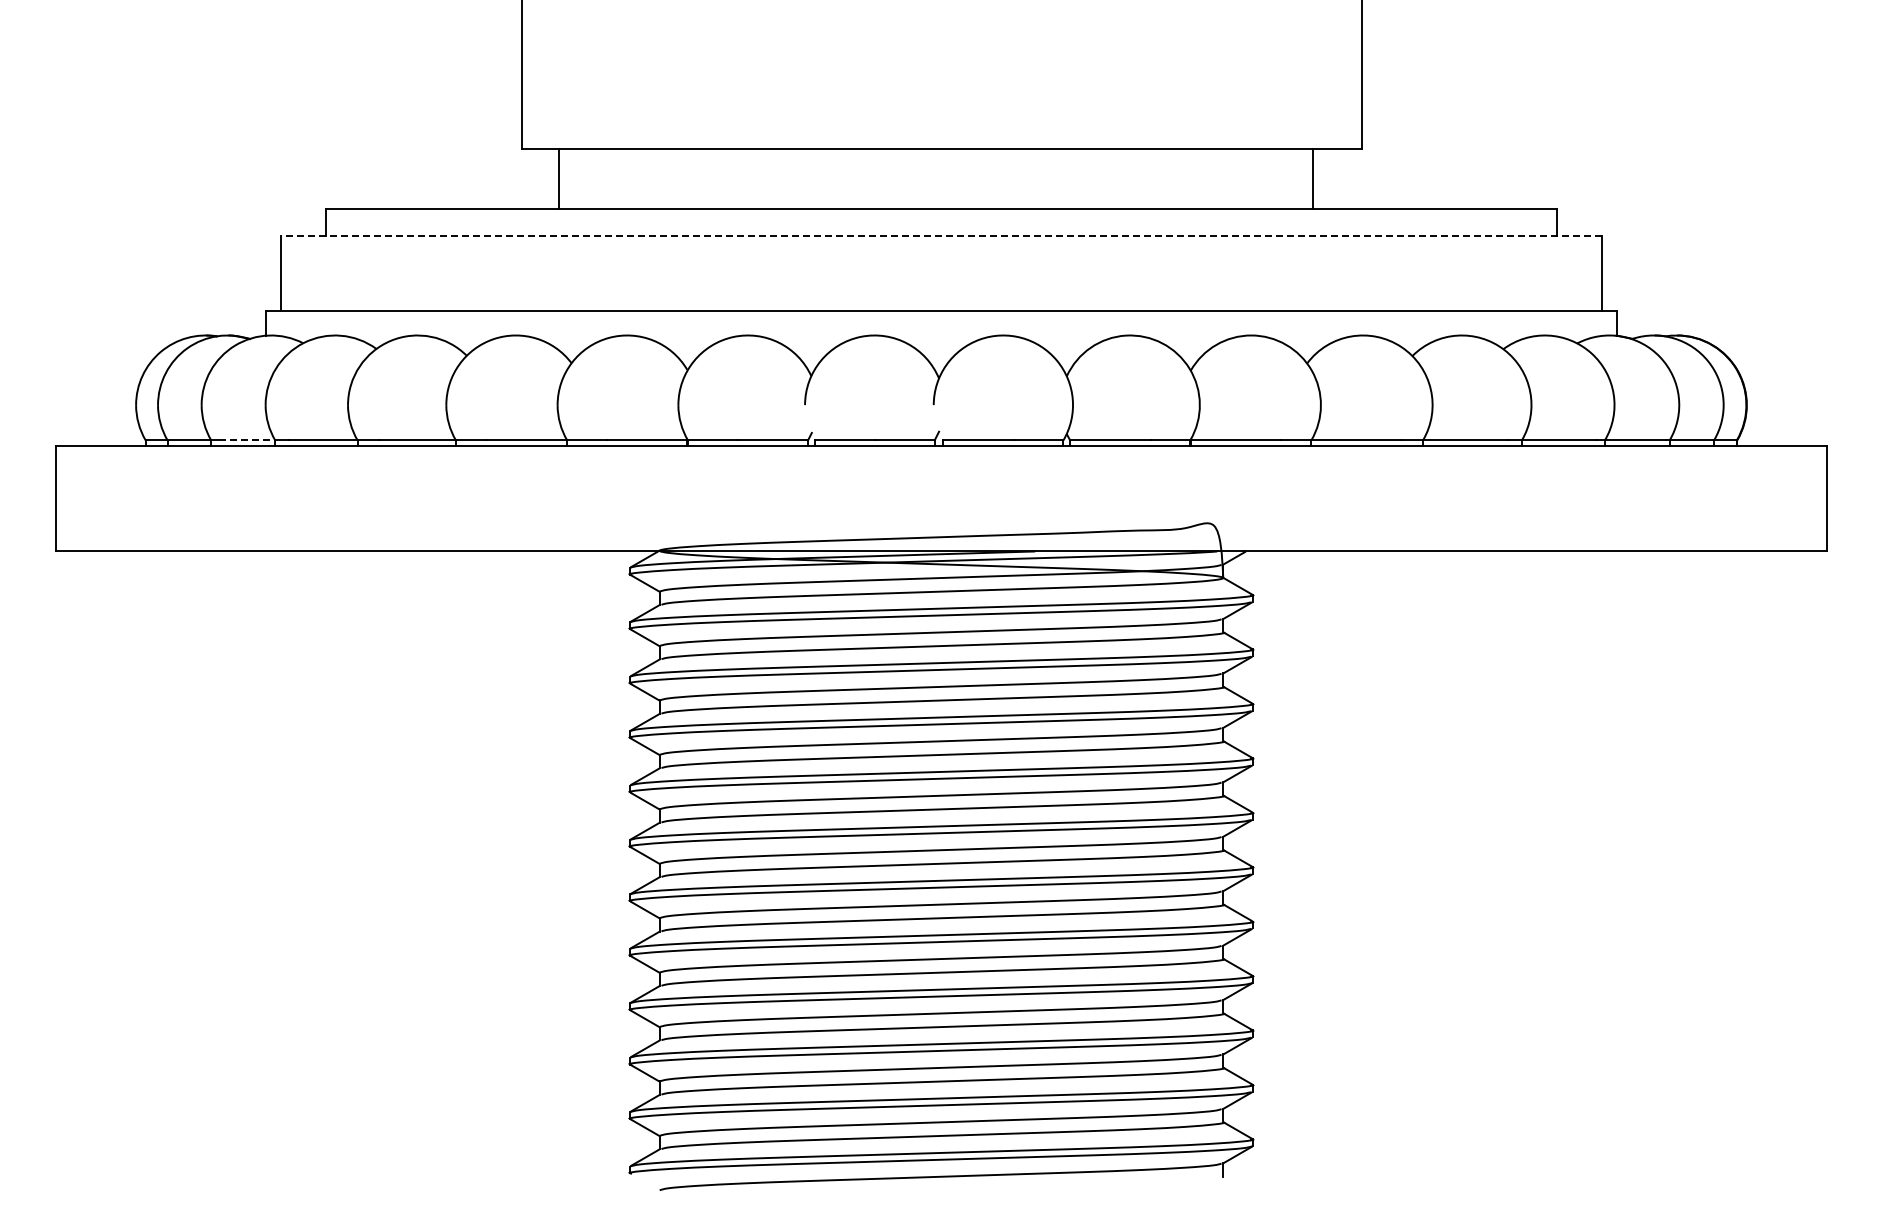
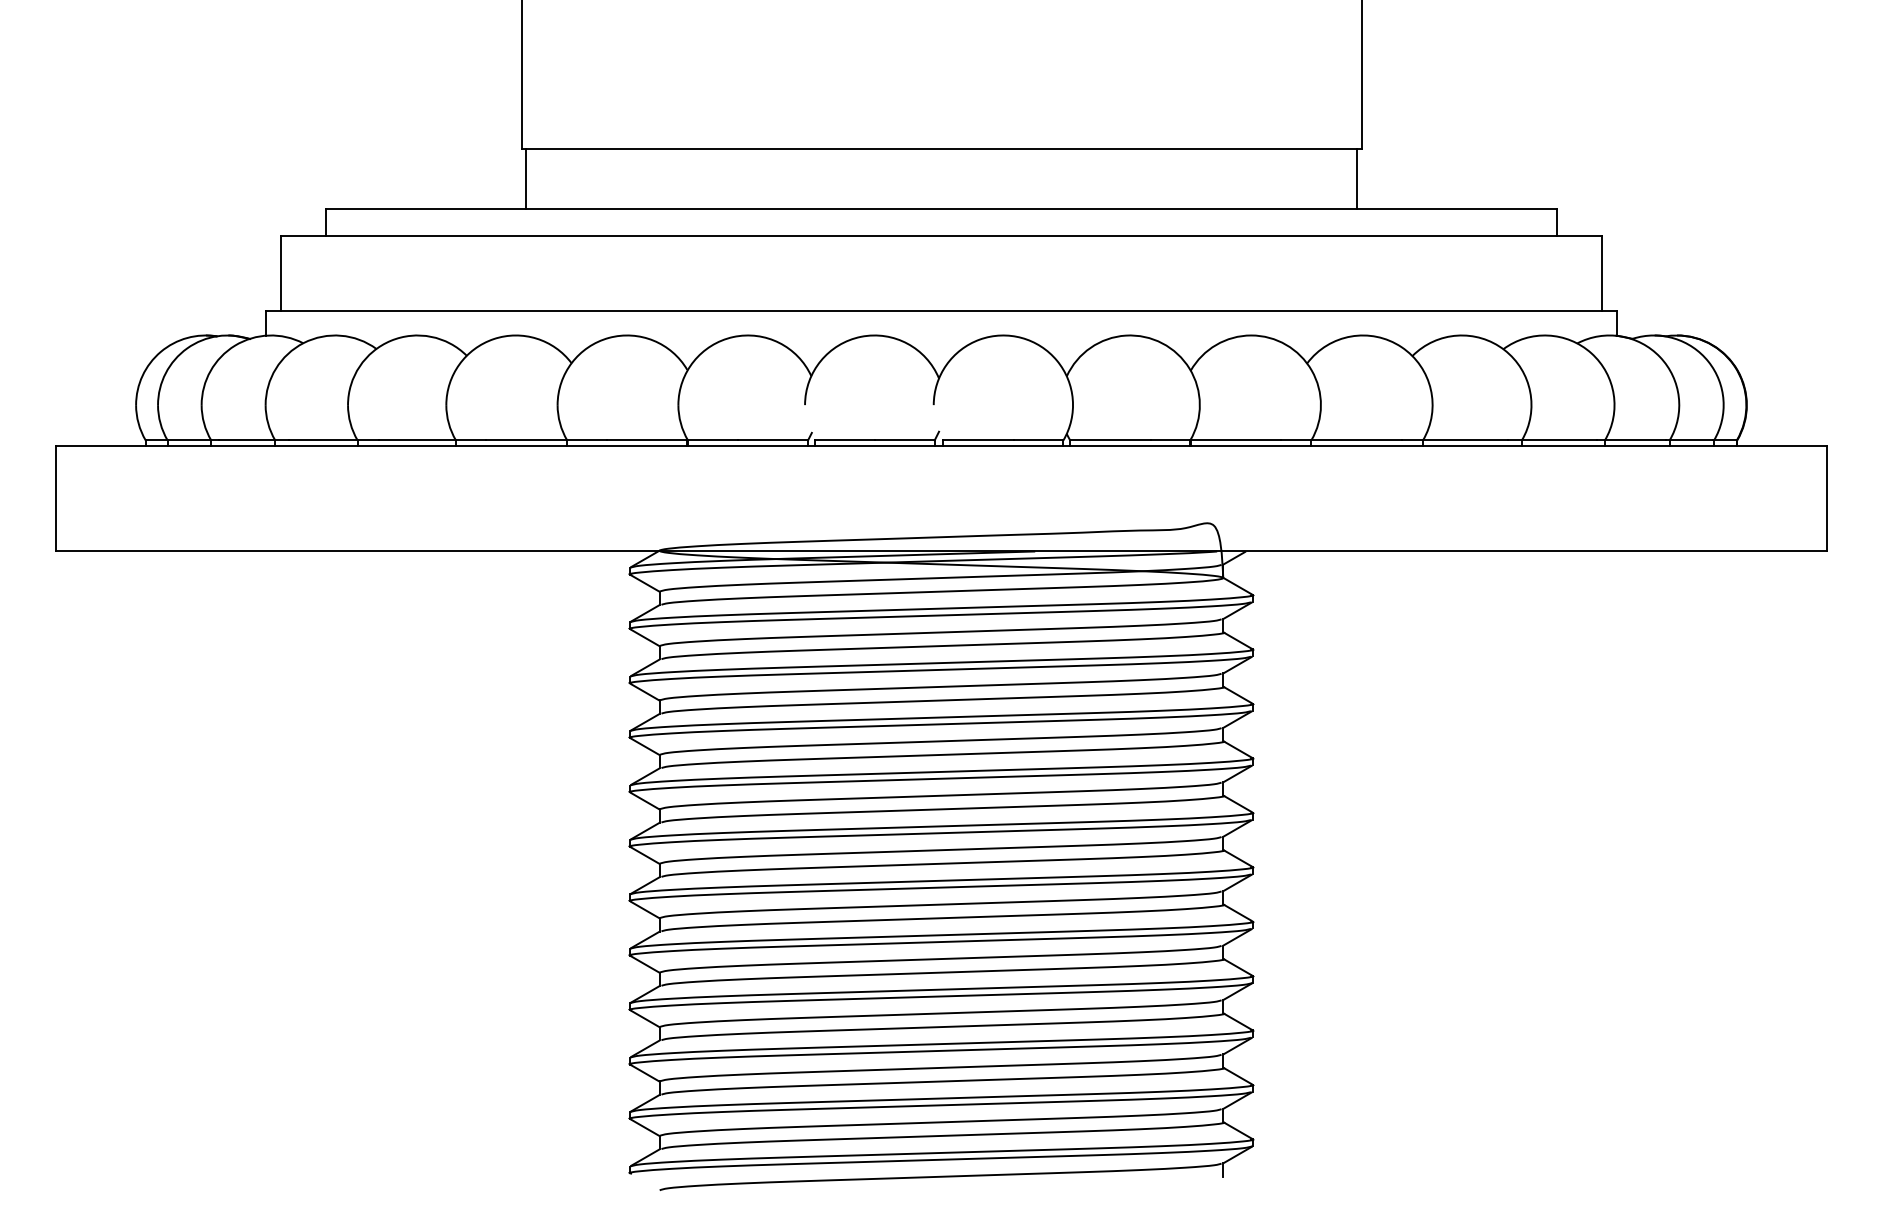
line at (558, 179) position: (558, 179) -> (525, 179)
line at (1313, 179) position: (1313, 179) -> (1357, 179)
line at (941, 236): dashed -> solid
line at (247, 440): dashed -> solid
